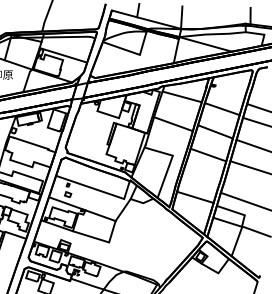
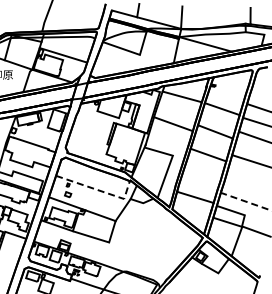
line at (252, 145) position: (252, 145) -> (253, 136)
line at (249, 167) position: (249, 167) -> (250, 160)
line at (99, 190): solid -> dashed
line at (246, 201): solid -> dashed
